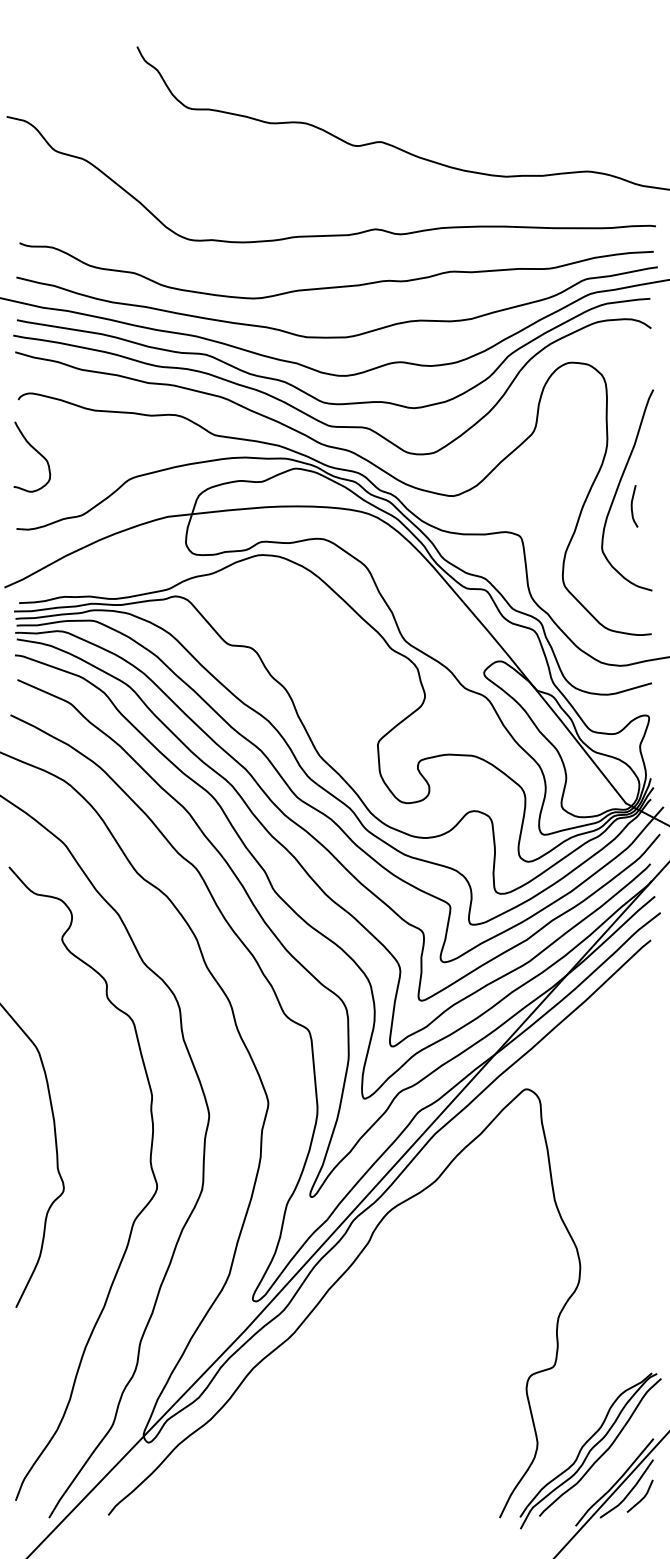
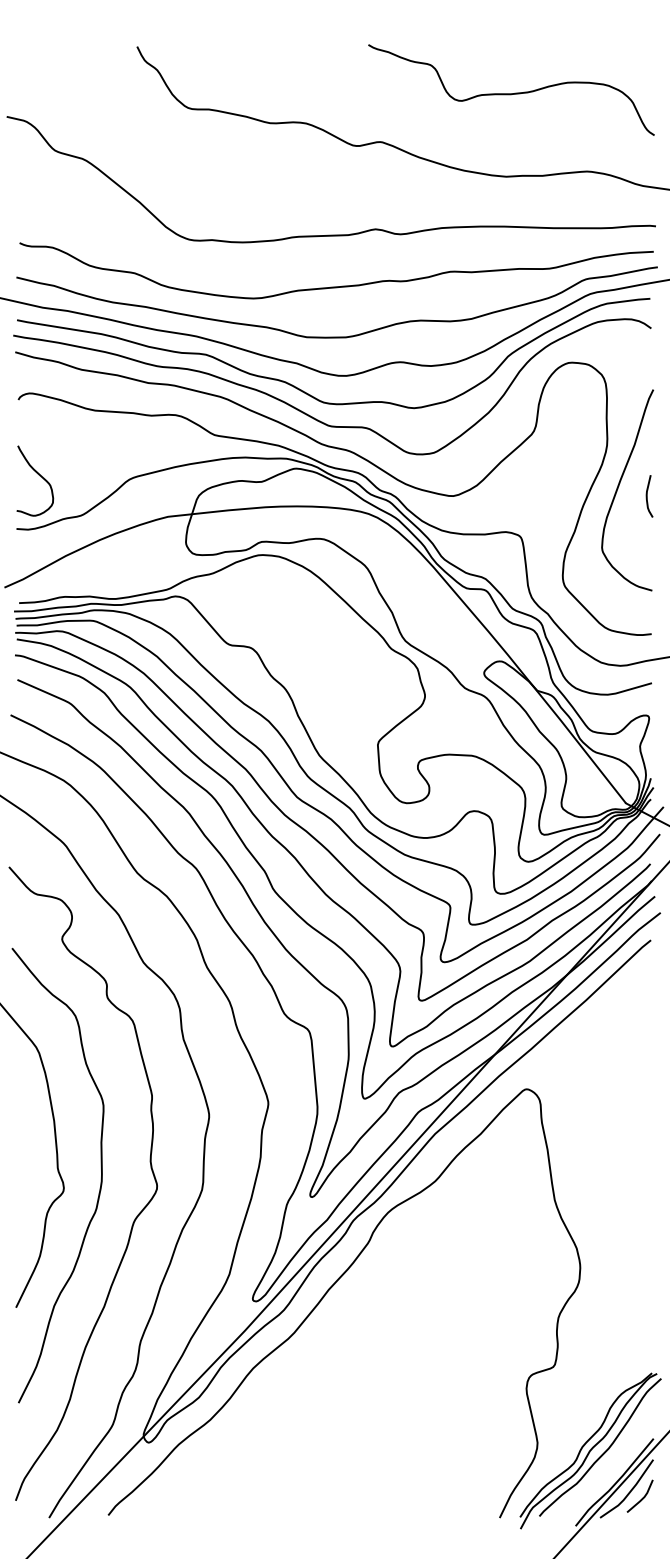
curve at (511, 93): none -> present
curve at (35, 451) position: (35, 451) -> (38, 475)
curve at (632, 506) position: (632, 506) -> (647, 496)
curve at (100, 1179): none -> present
